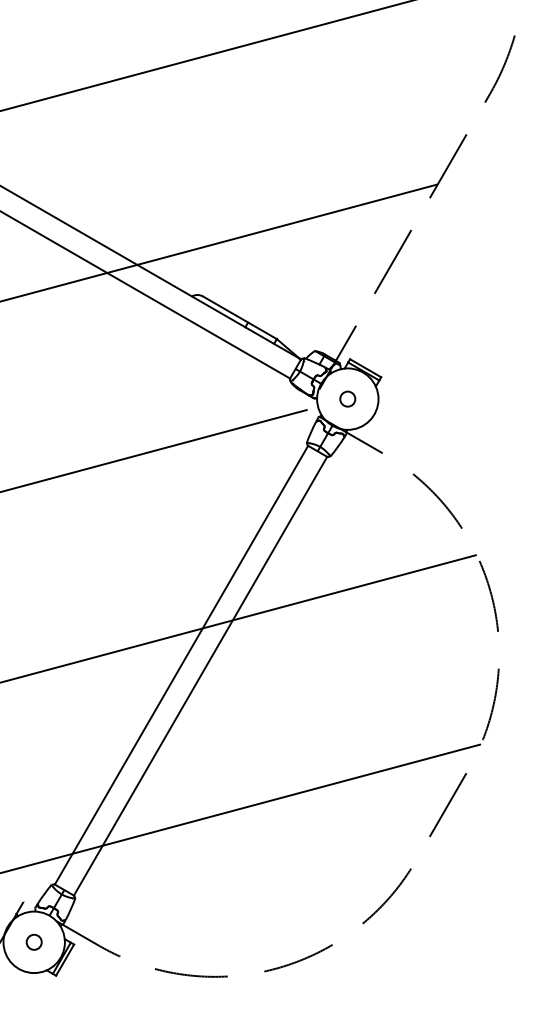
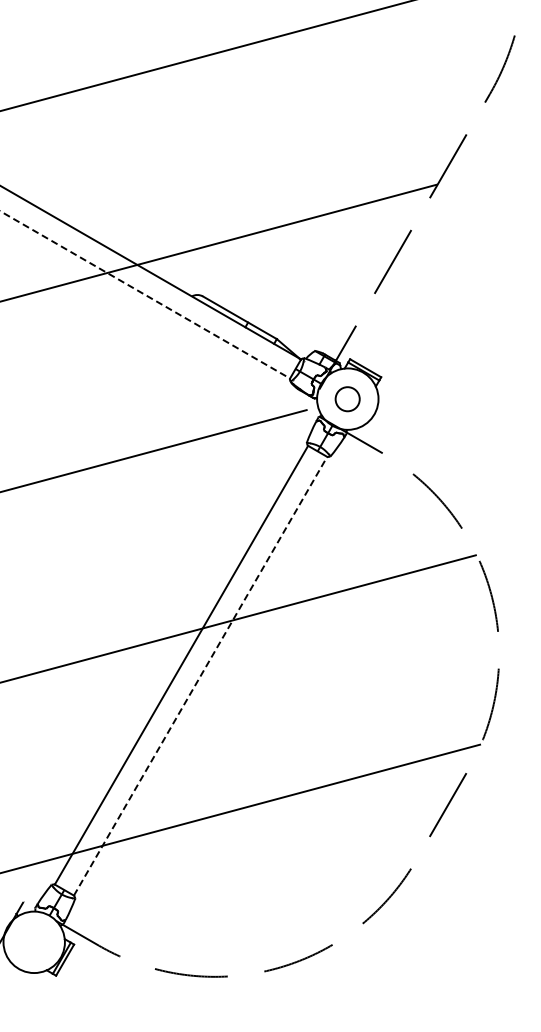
line at (145, 295): solid -> dashed
circle at (347, 398) size: 18x18 px -> 27x27 px
line at (200, 675): solid -> dashed
circle at (33, 941): present -> none
